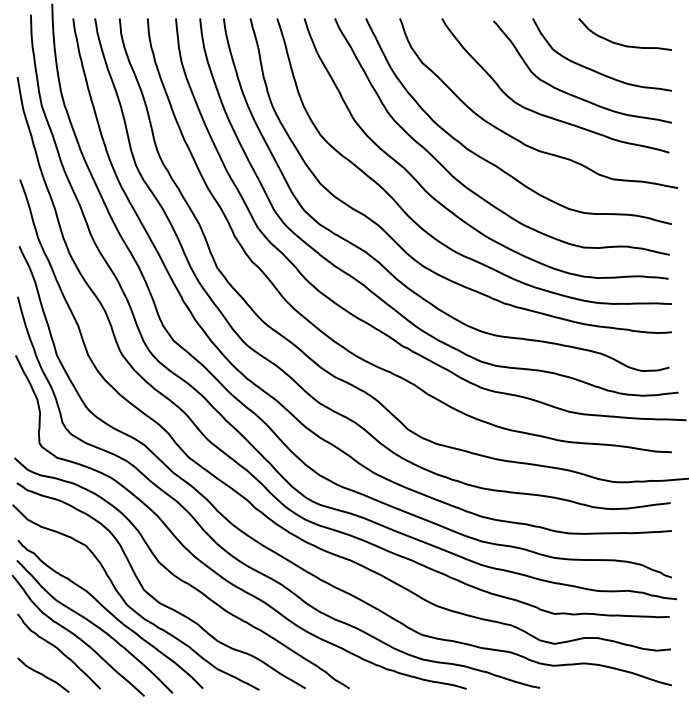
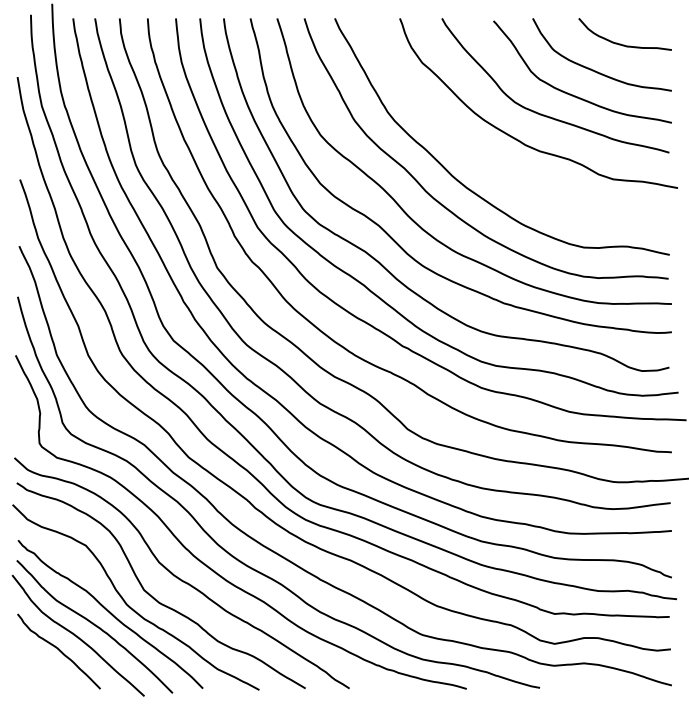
curve at (497, 165): present -> none
curve at (43, 674): present -> none
